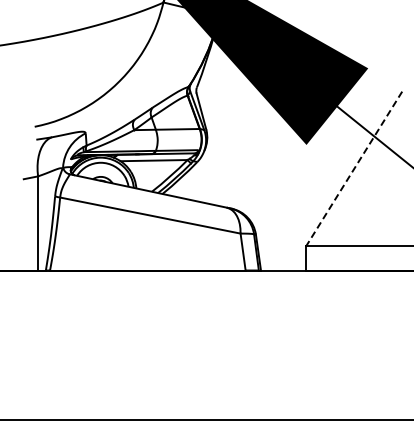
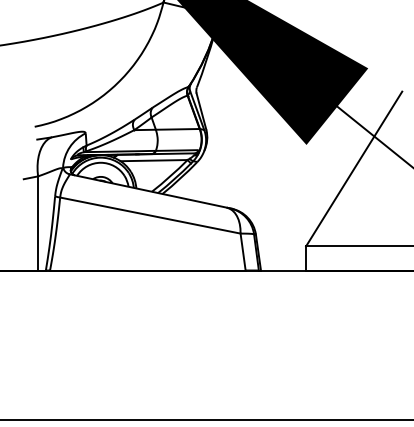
line at (353, 169): dashed -> solid
